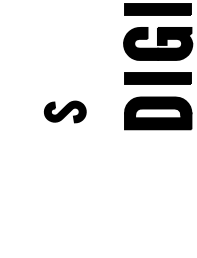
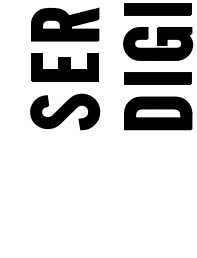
part at (65, 24): none -> present
part at (64, 67): none -> present
part at (65, 111) size: 43x24 px -> 71x38 px
